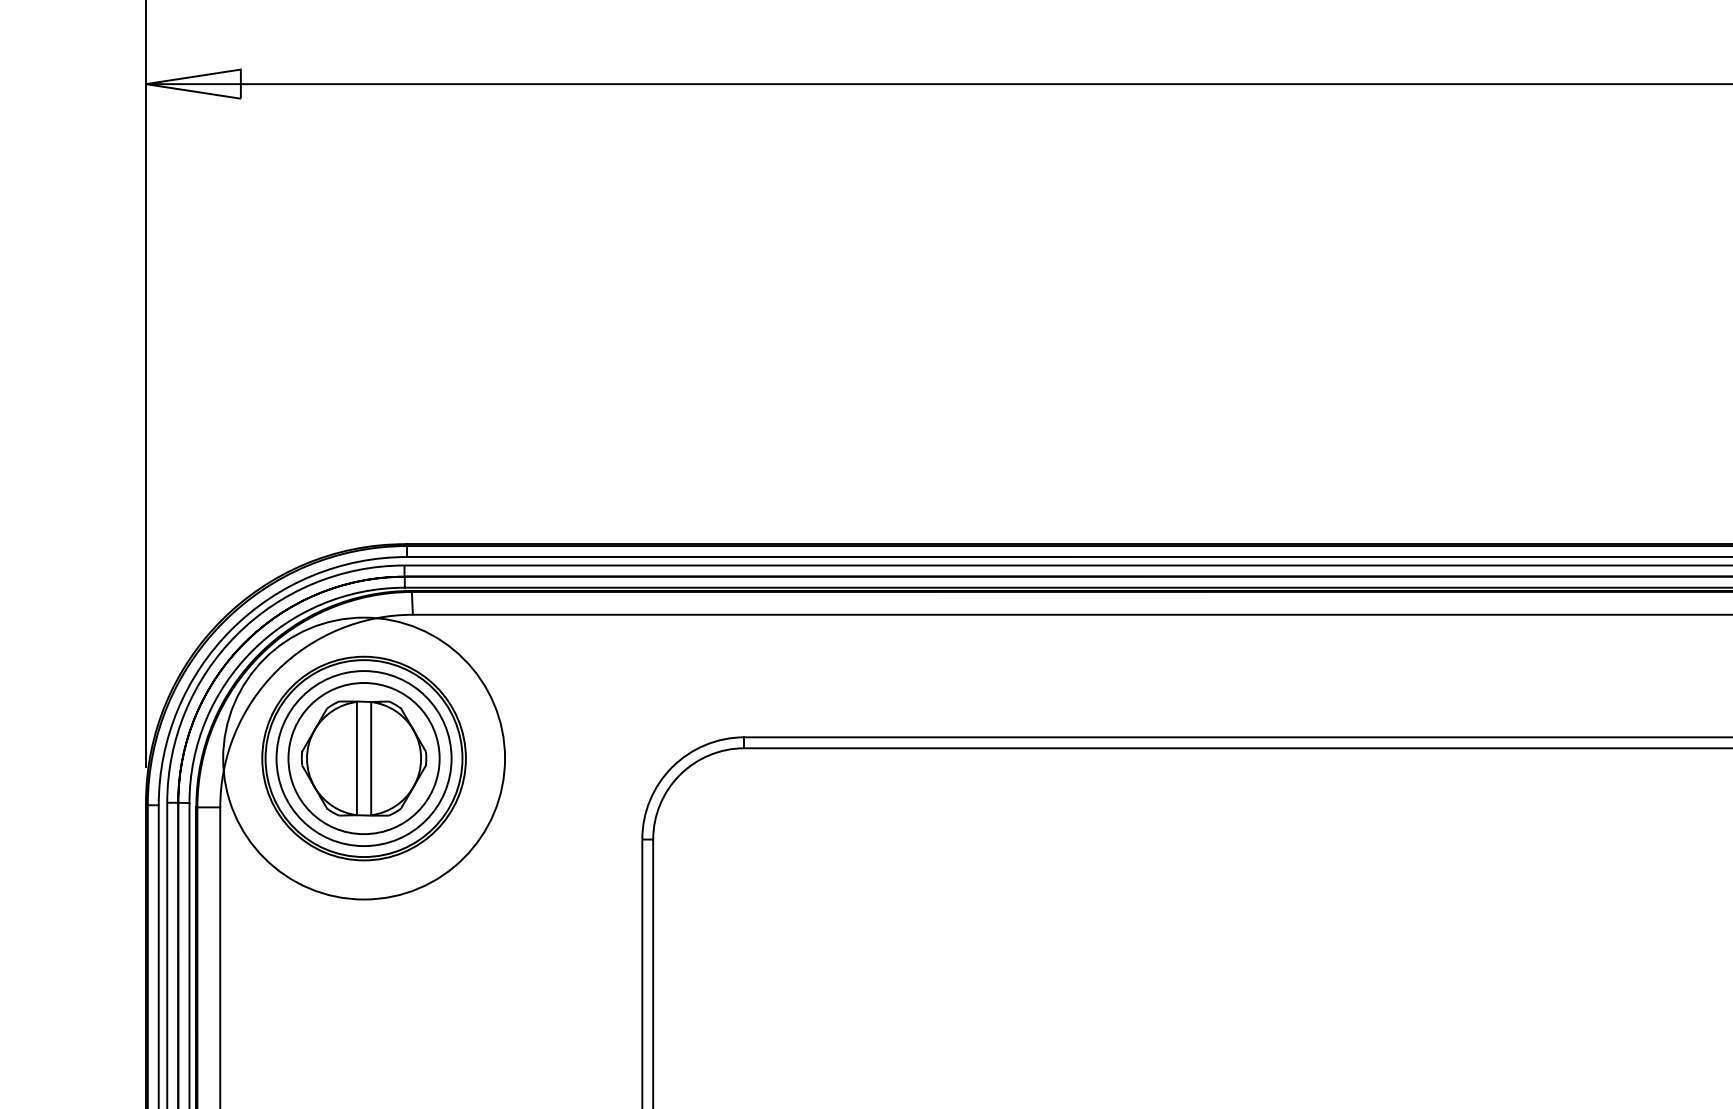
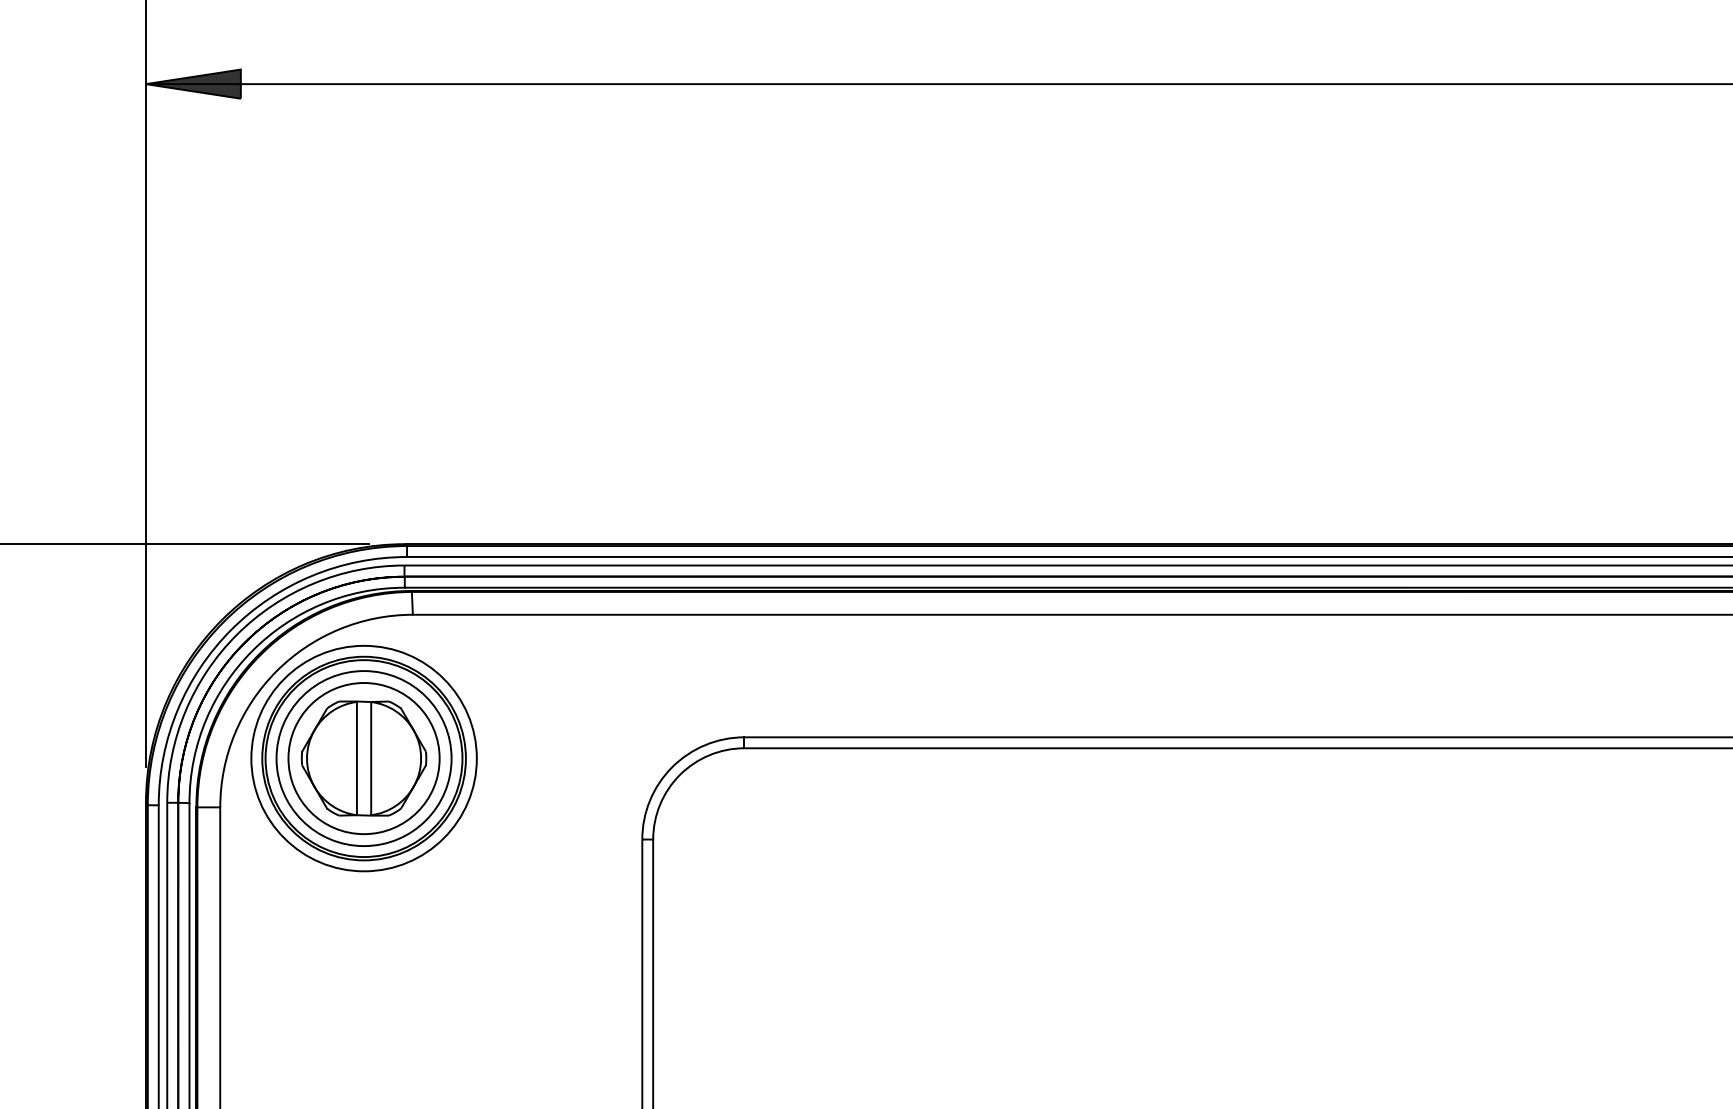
fill at (192, 83): none -> present
line at (185, 544): none -> present
circle at (364, 758) diameter: 282 px -> 225 px
